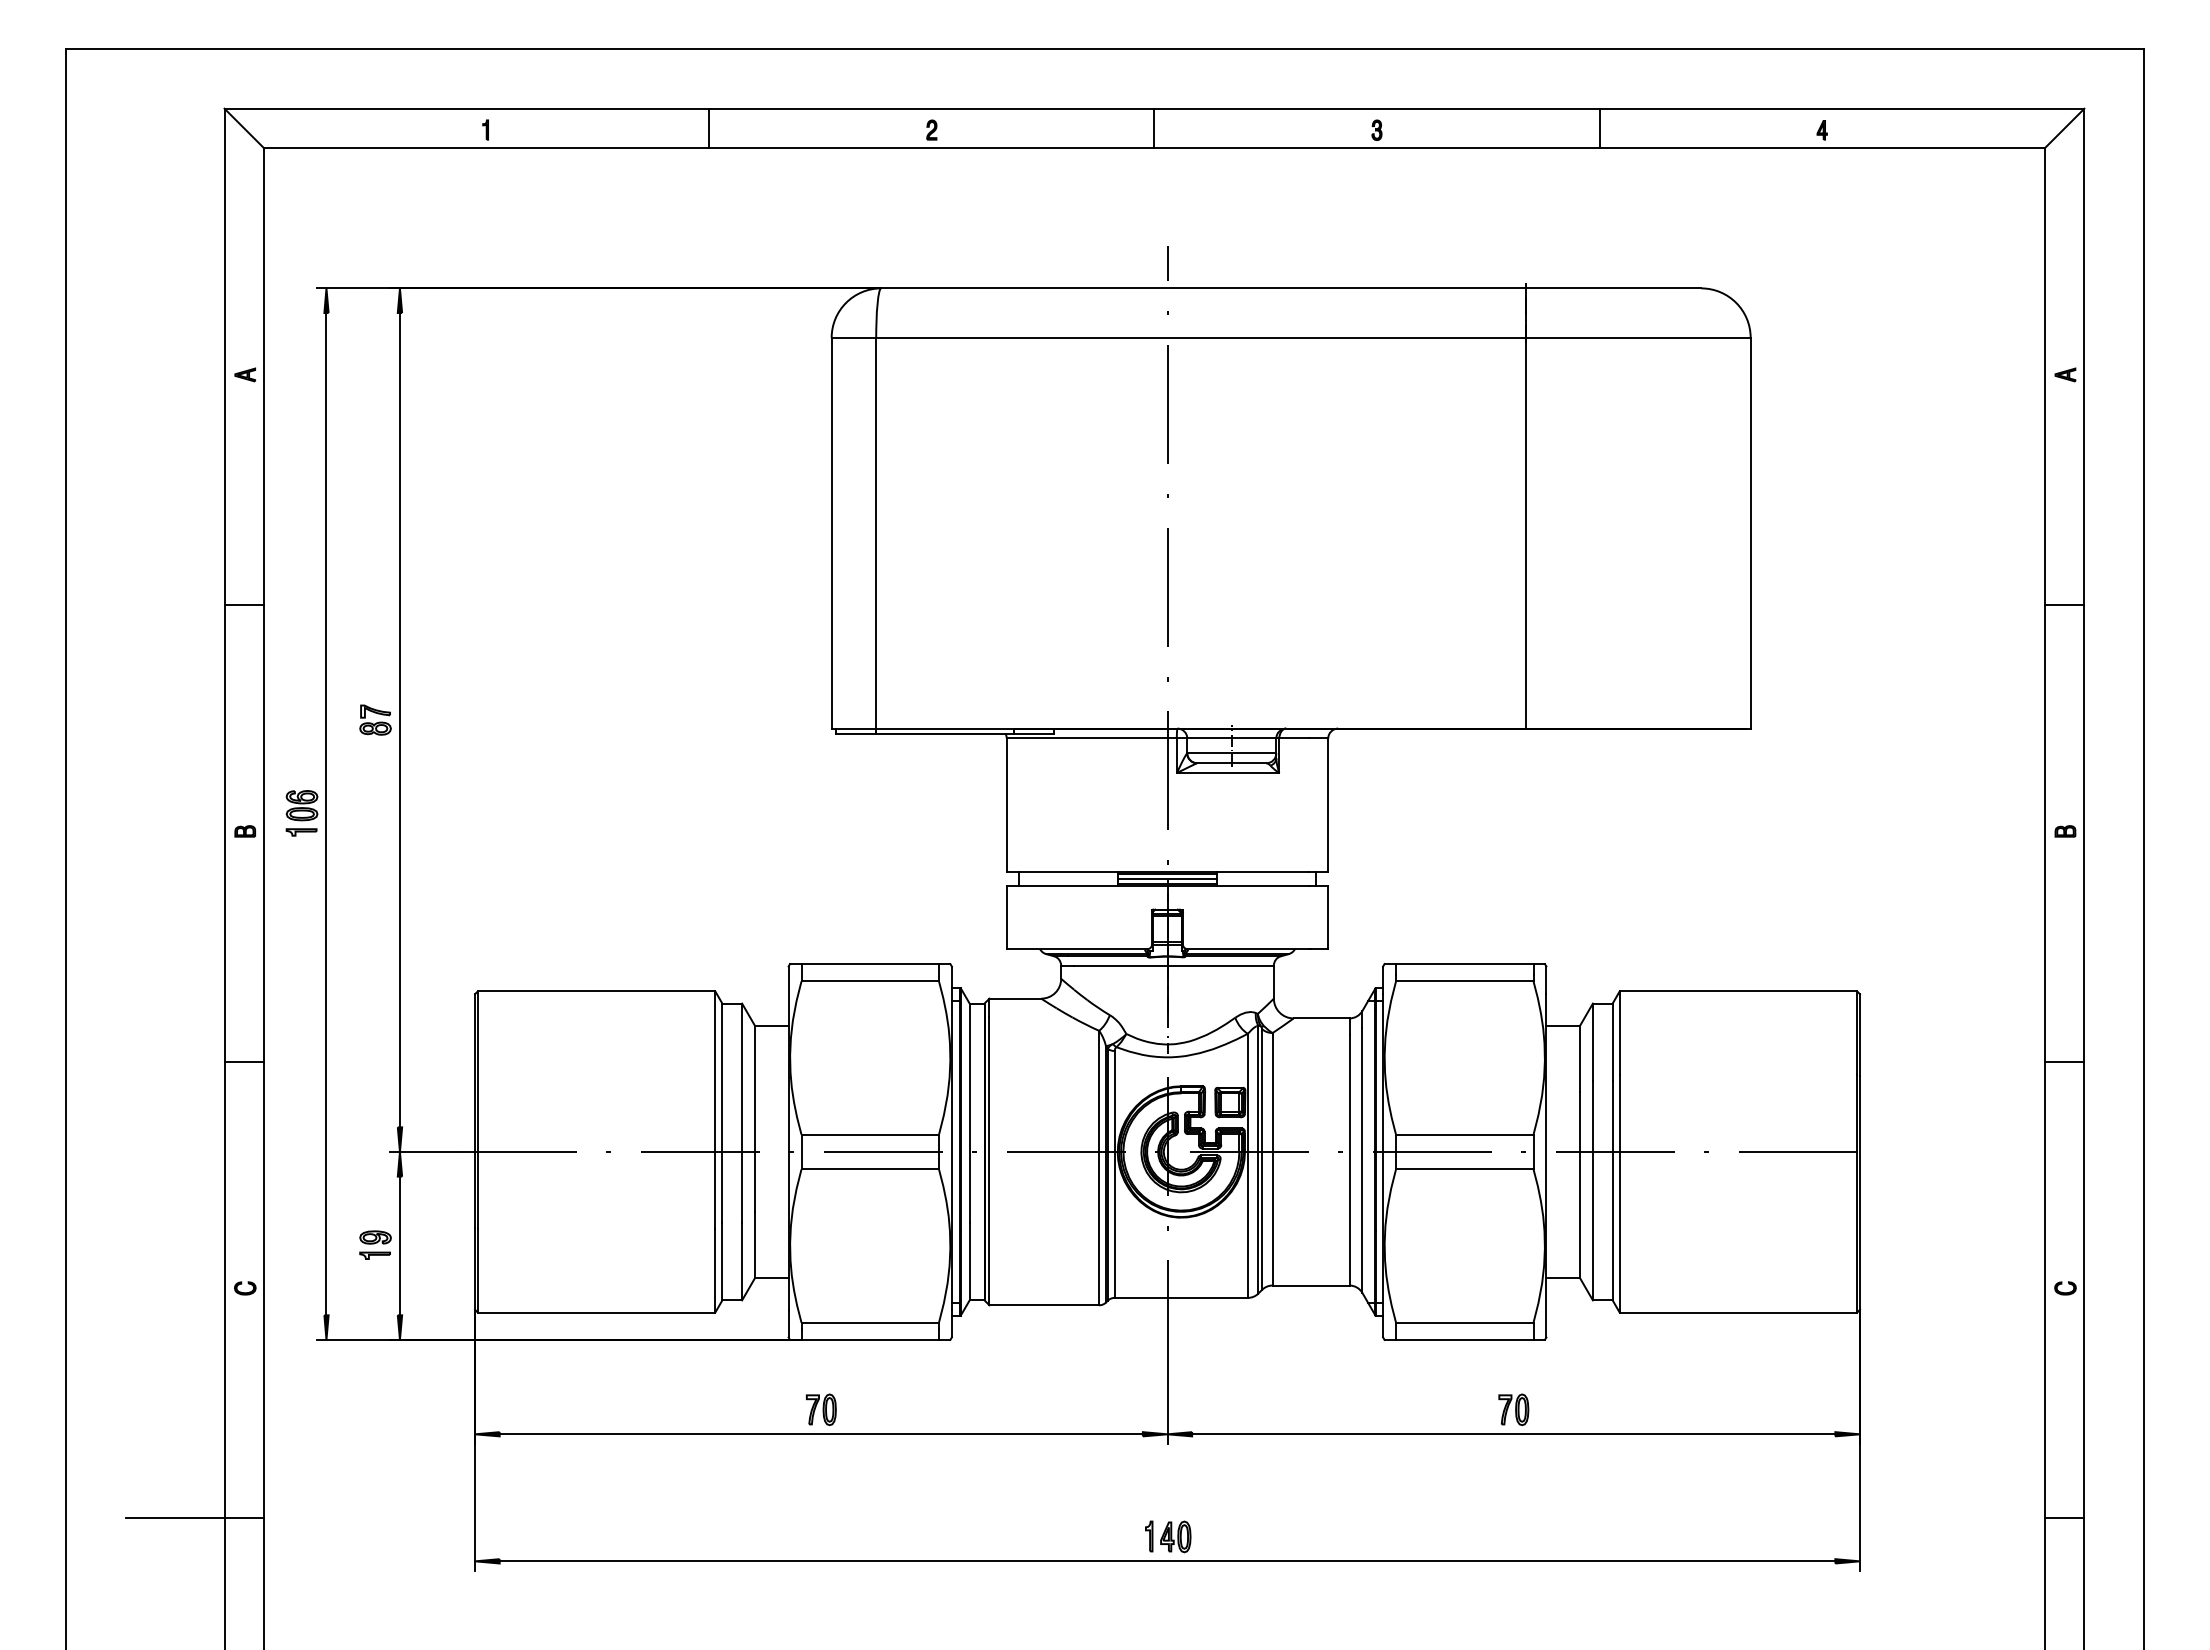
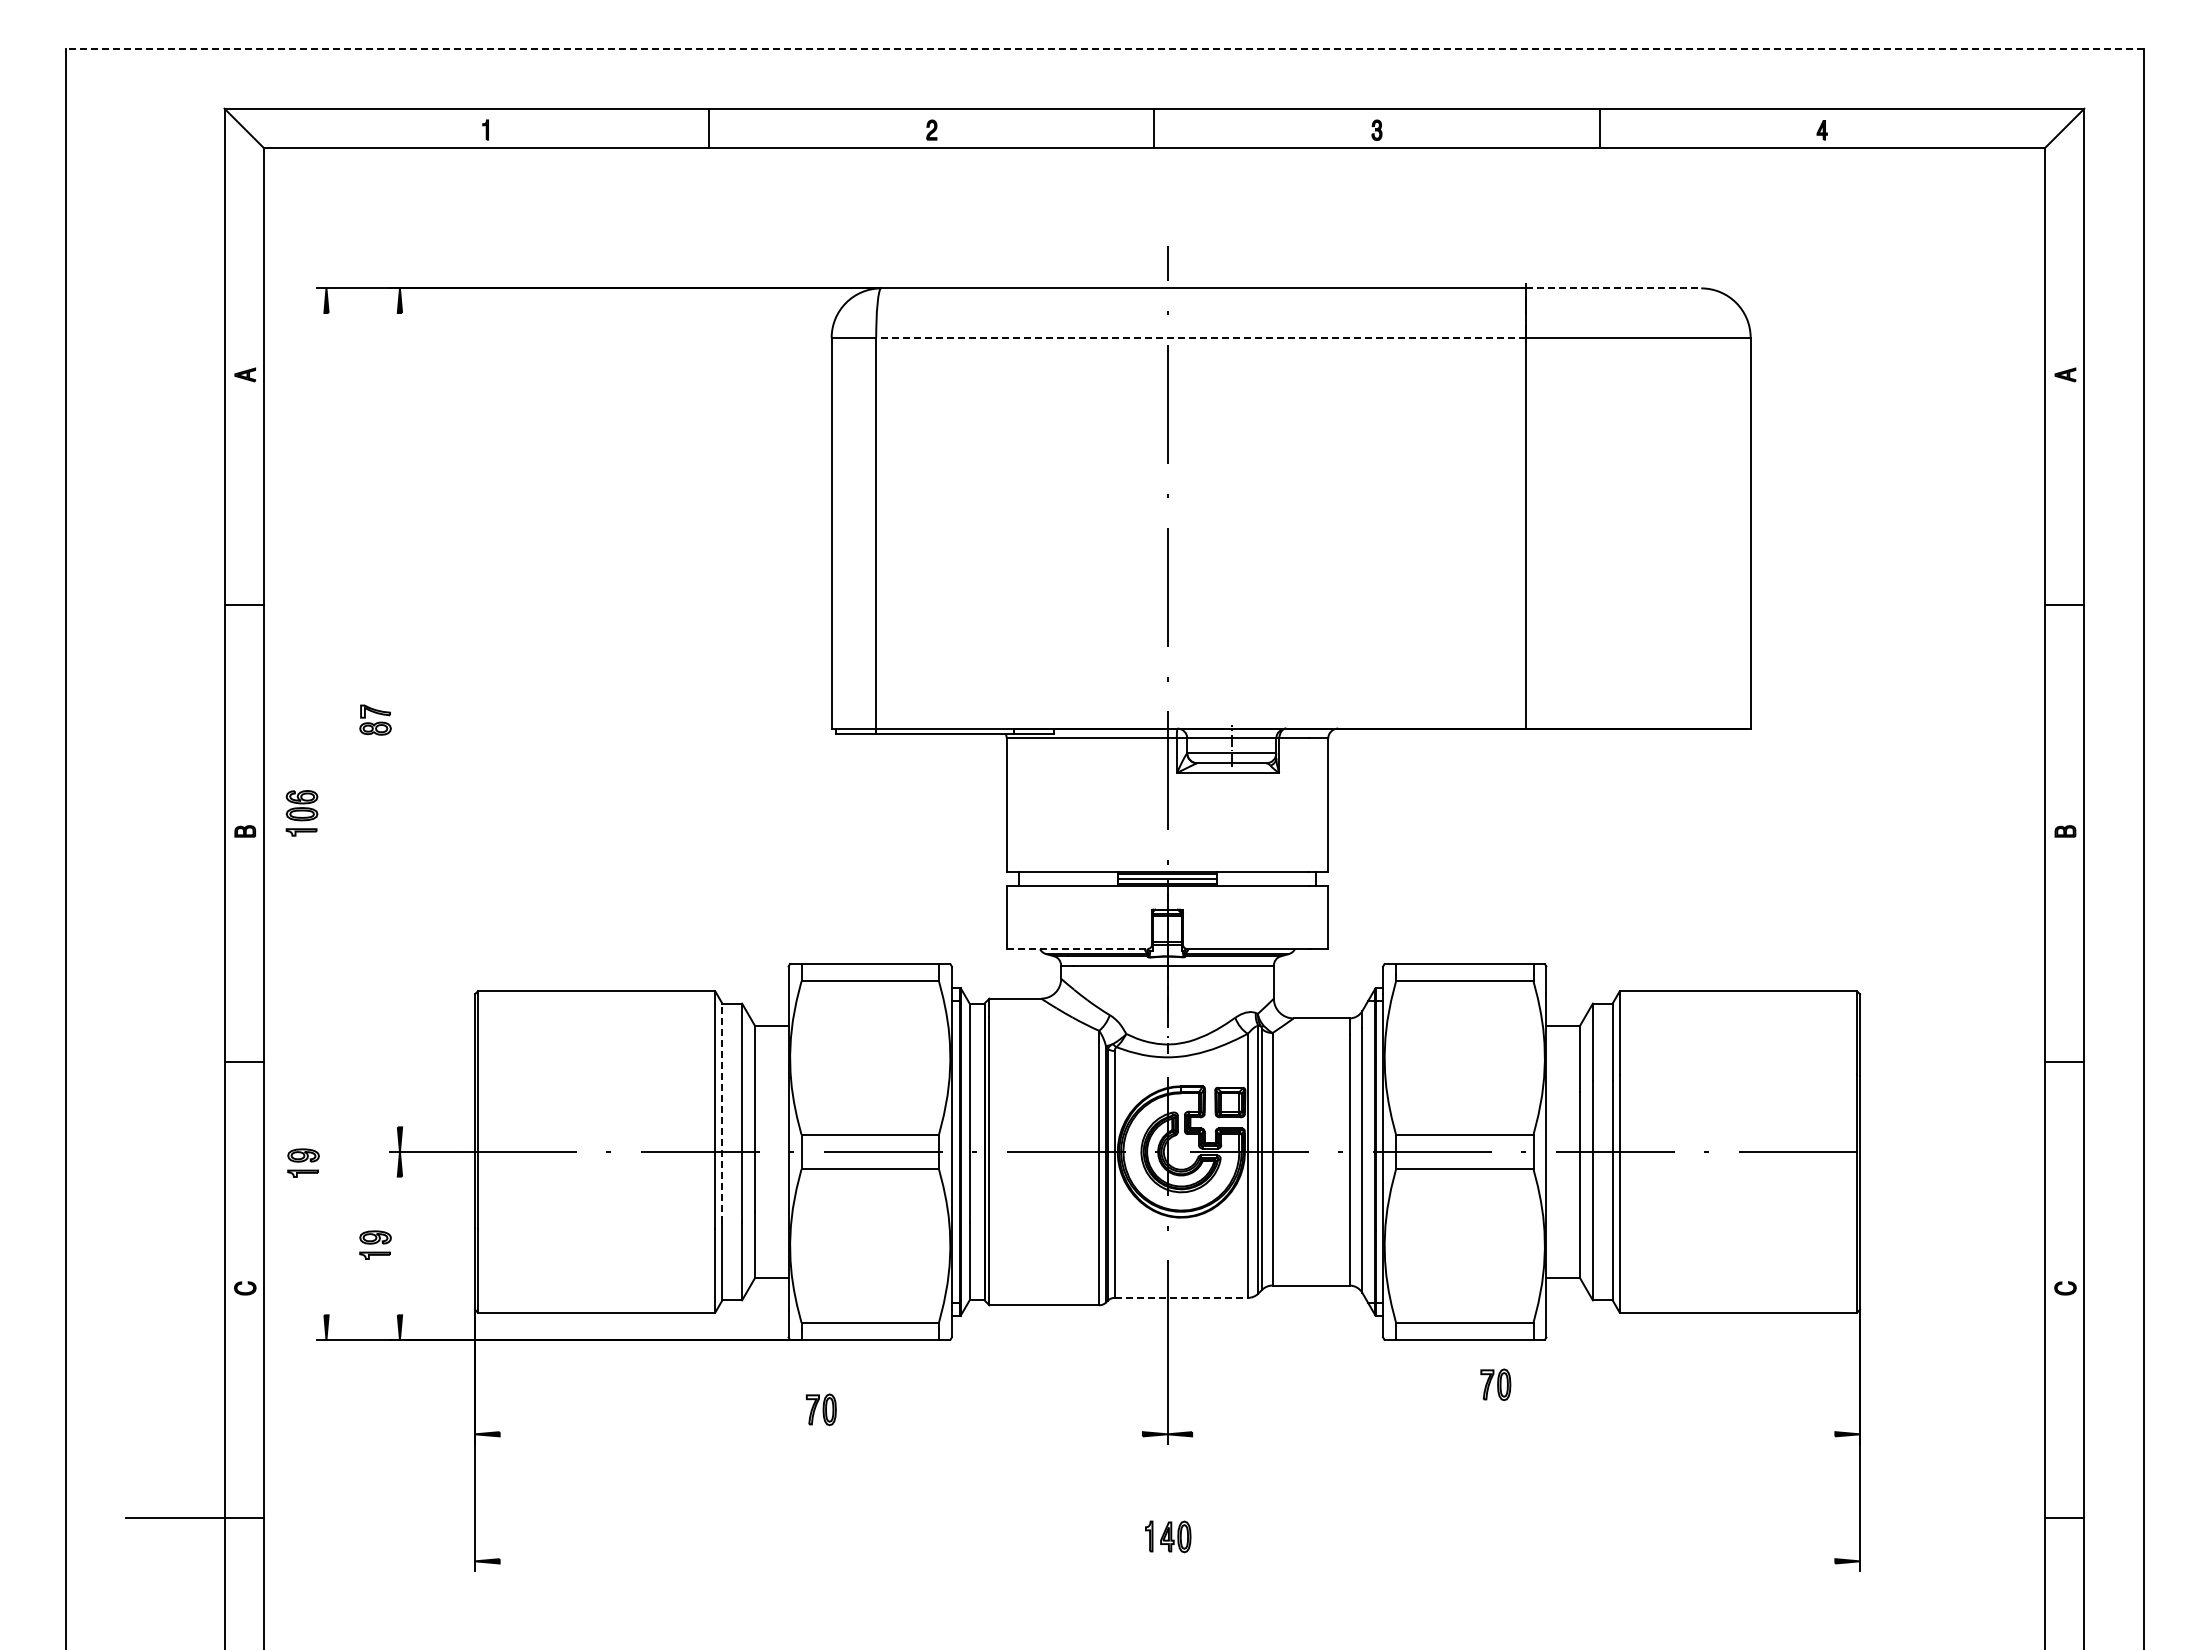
line at (1105, 49): solid -> dashed
line at (1613, 288): solid -> dashed
line at (1200, 337): solid -> dashed
line at (399, 720): present -> none
line at (326, 814): present -> none
line at (1077, 949): solid -> dashed
line at (722, 1113): solid -> dashed
part at (303, 1162): none -> present
line at (399, 1245): present -> none
line at (1181, 1297): solid -> dashed
part at (1513, 1409) position: (1513, 1409) -> (1495, 1384)
line at (820, 1434): present -> none
line at (1513, 1434): present -> none
line at (1167, 1561): present -> none
